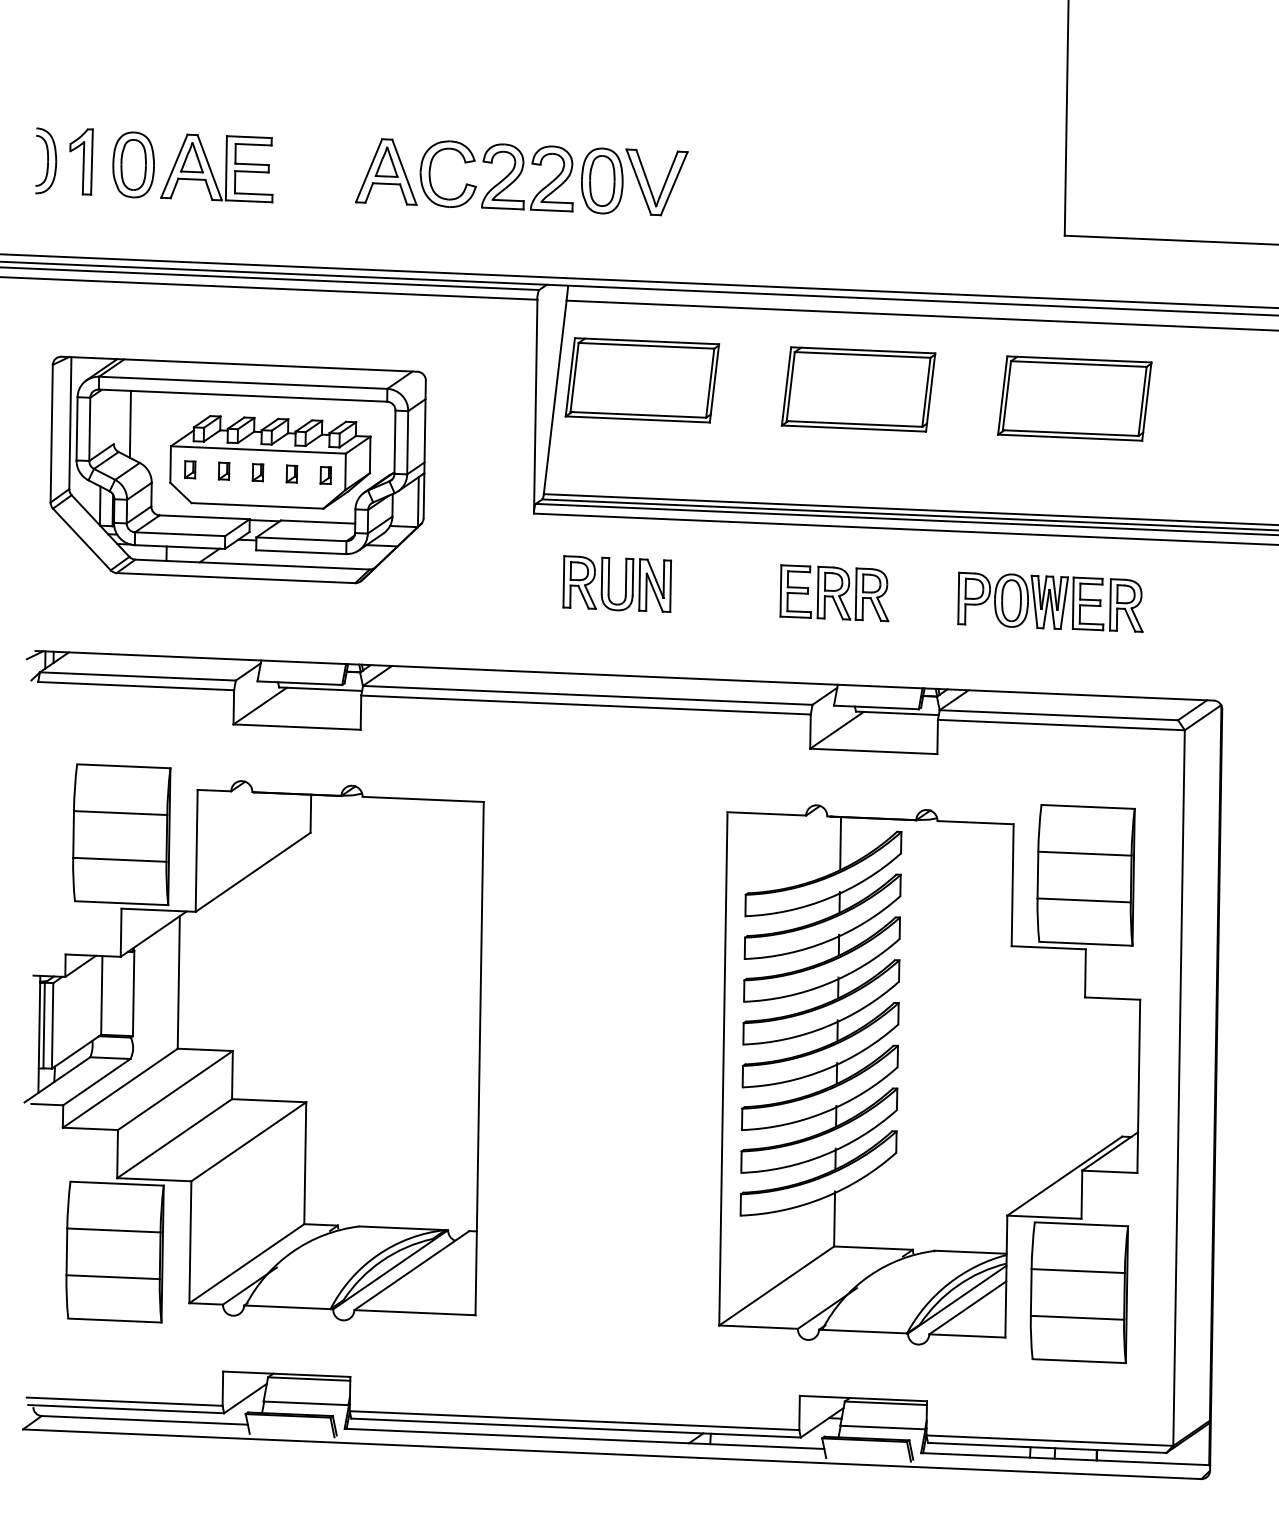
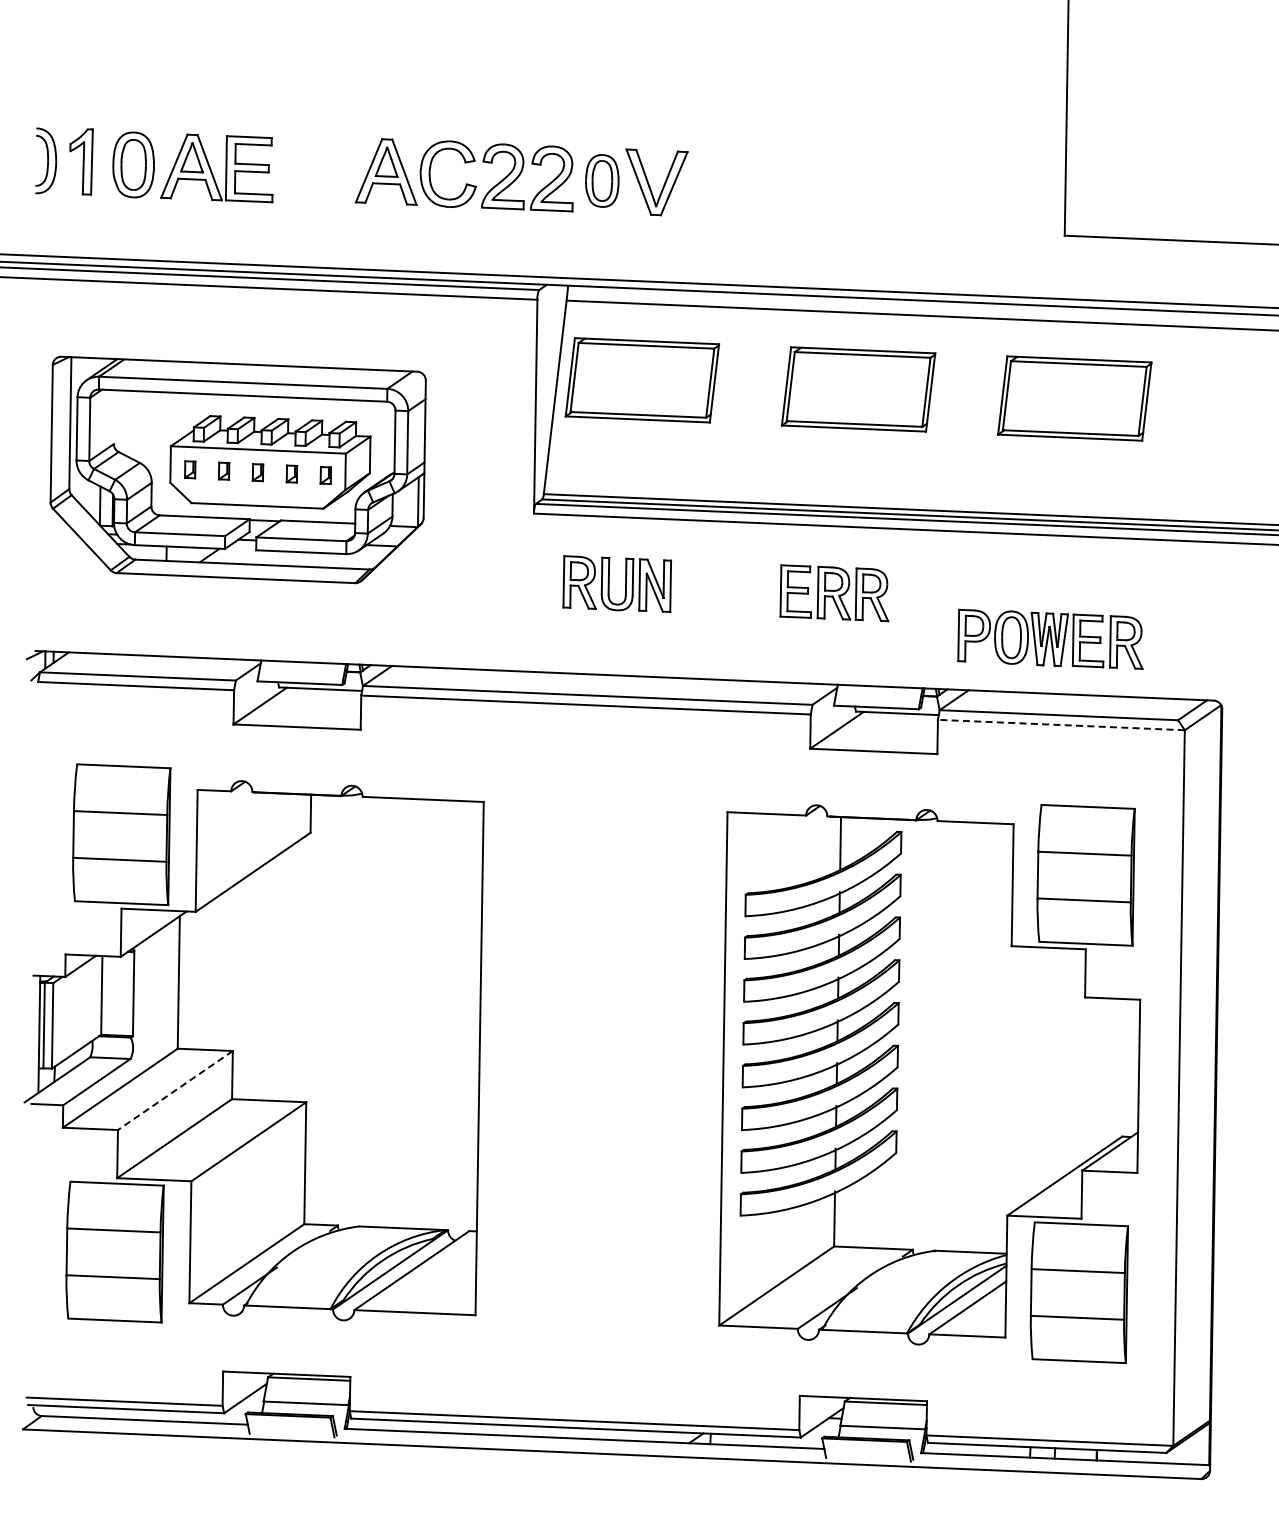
part at (602, 180) size: 43x68 px -> 35x54 px
line at (129, 423): present -> none
part at (1050, 601) position: (1050, 601) -> (1050, 638)
line at (1061, 725): solid -> dashed
line at (175, 1090): solid -> dashed
